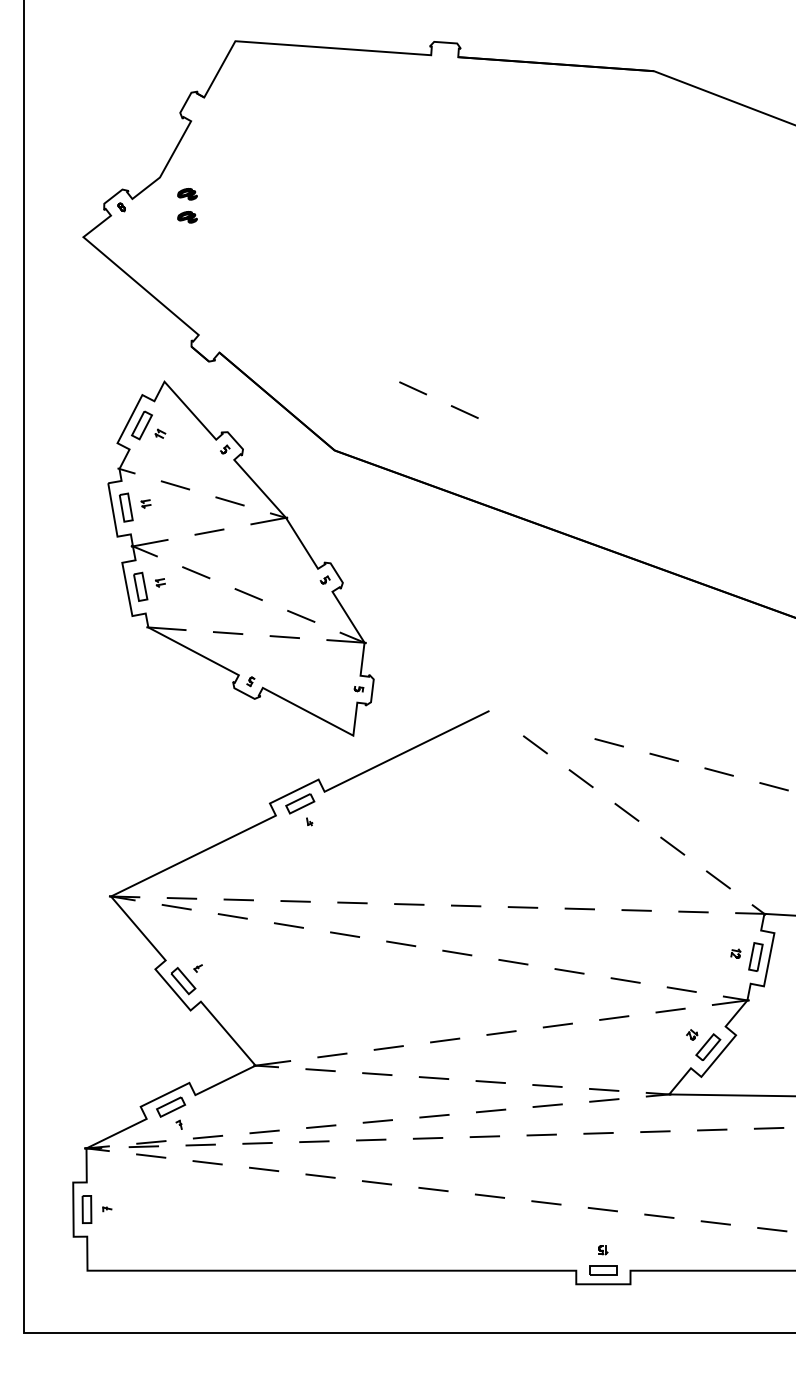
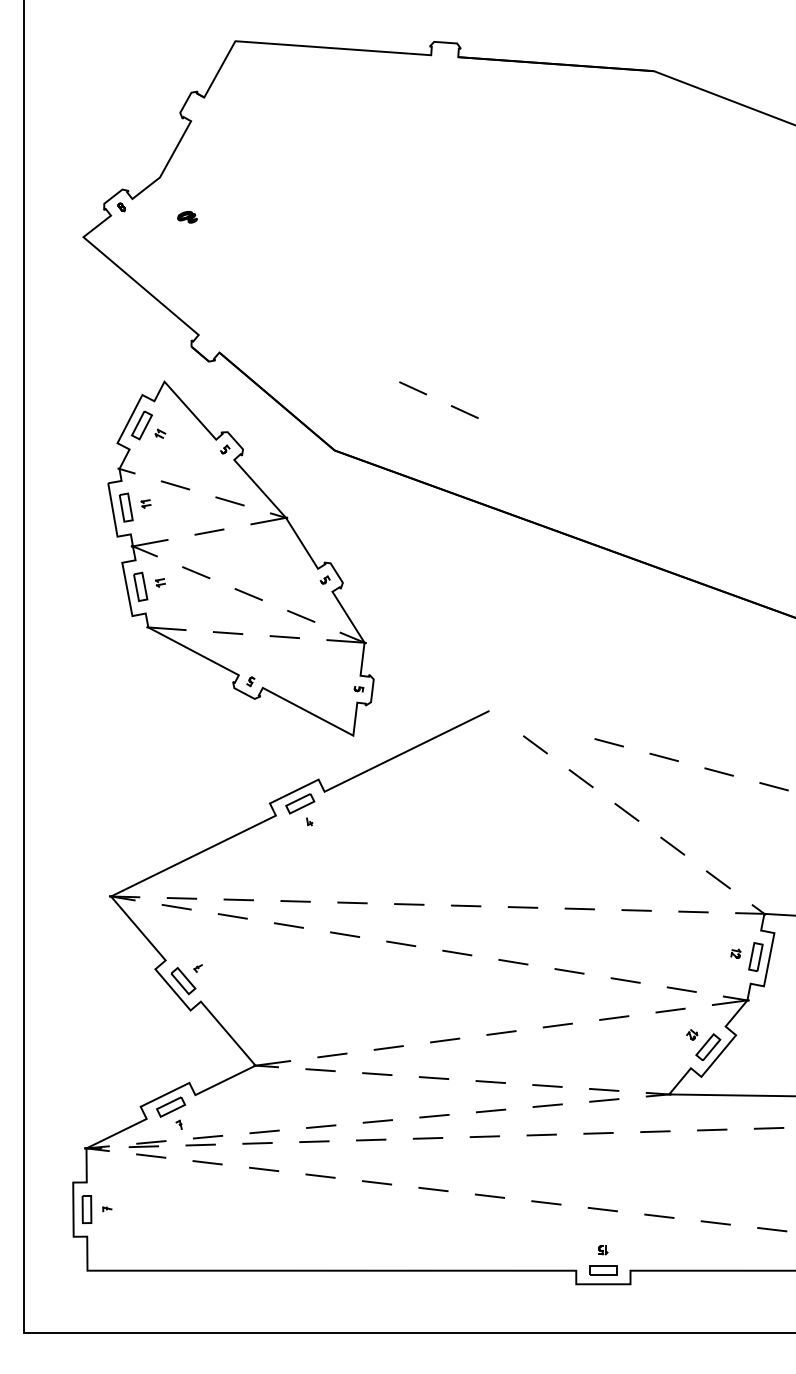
part at (187, 194): present -> none
